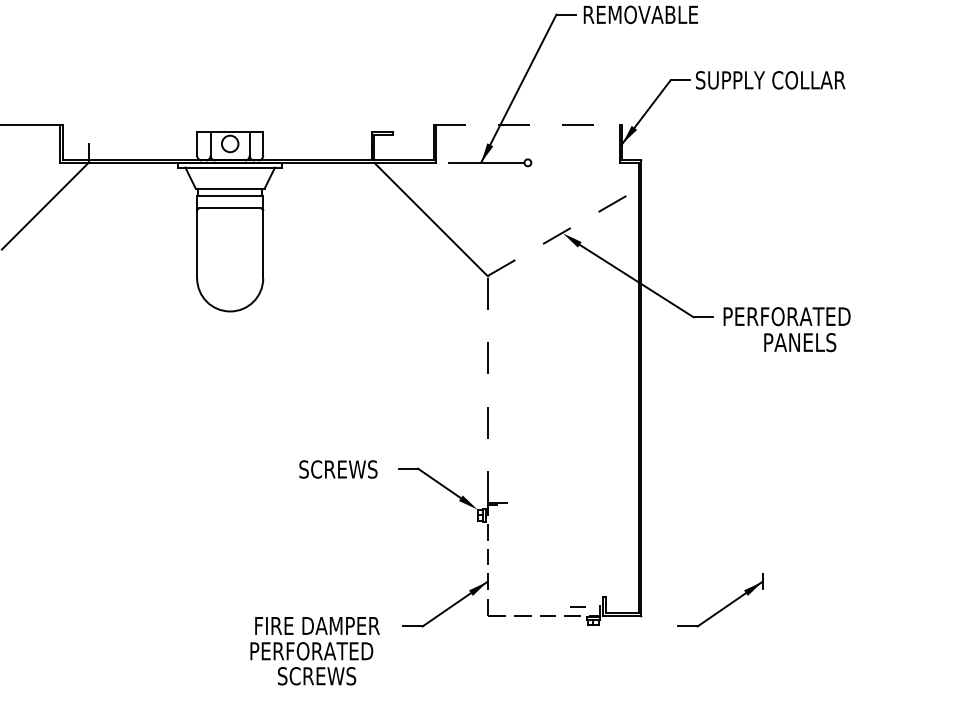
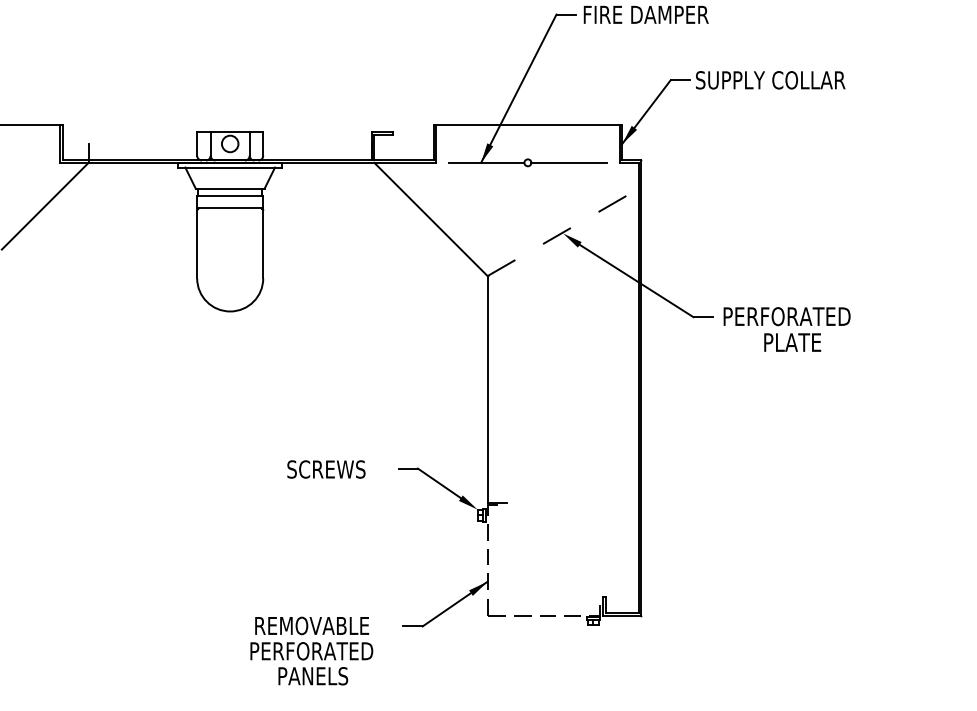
text at (646, 14): REMOVABLE -> FIRE DAMPER
line at (528, 125): dashed -> solid
line at (569, 162): none -> present
text at (805, 342): PANELS -> PLATE
line at (487, 388): dashed -> solid
text at (338, 469) position: (338, 469) -> (326, 469)
line at (577, 606): present -> none
part at (724, 606): present -> none
text at (318, 625): FIRE DAMPER -> REMOVABLE
text at (317, 676): SCREWS -> PANELS
